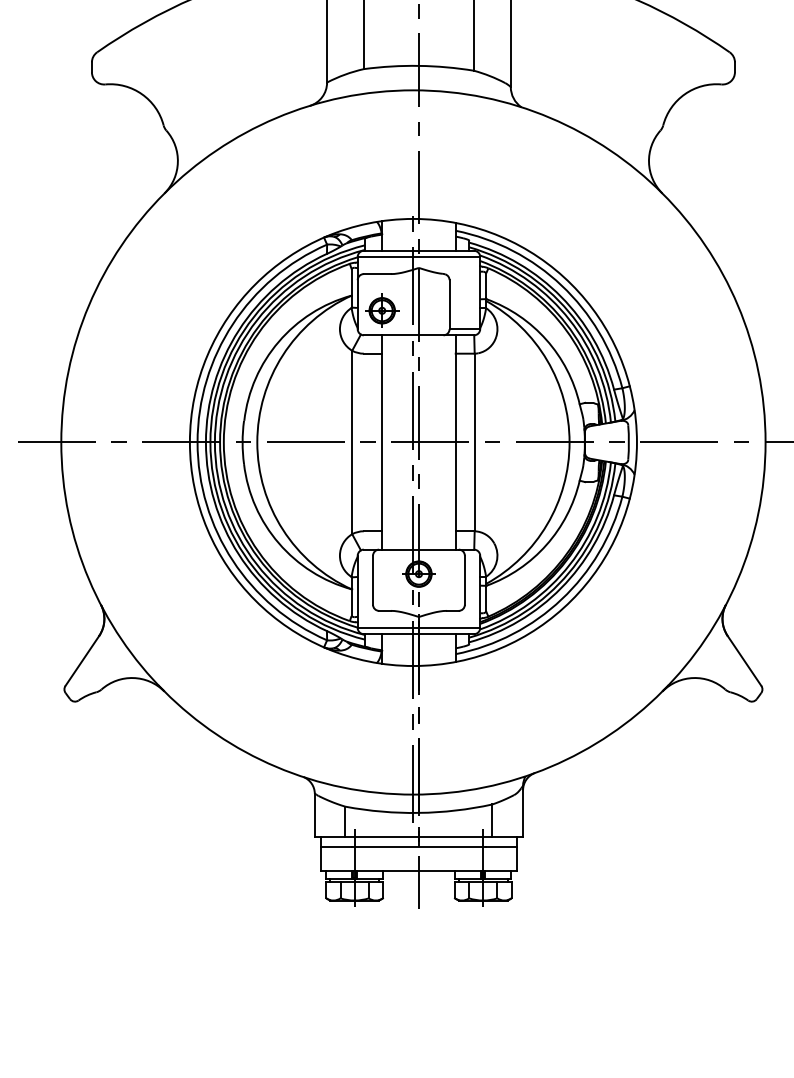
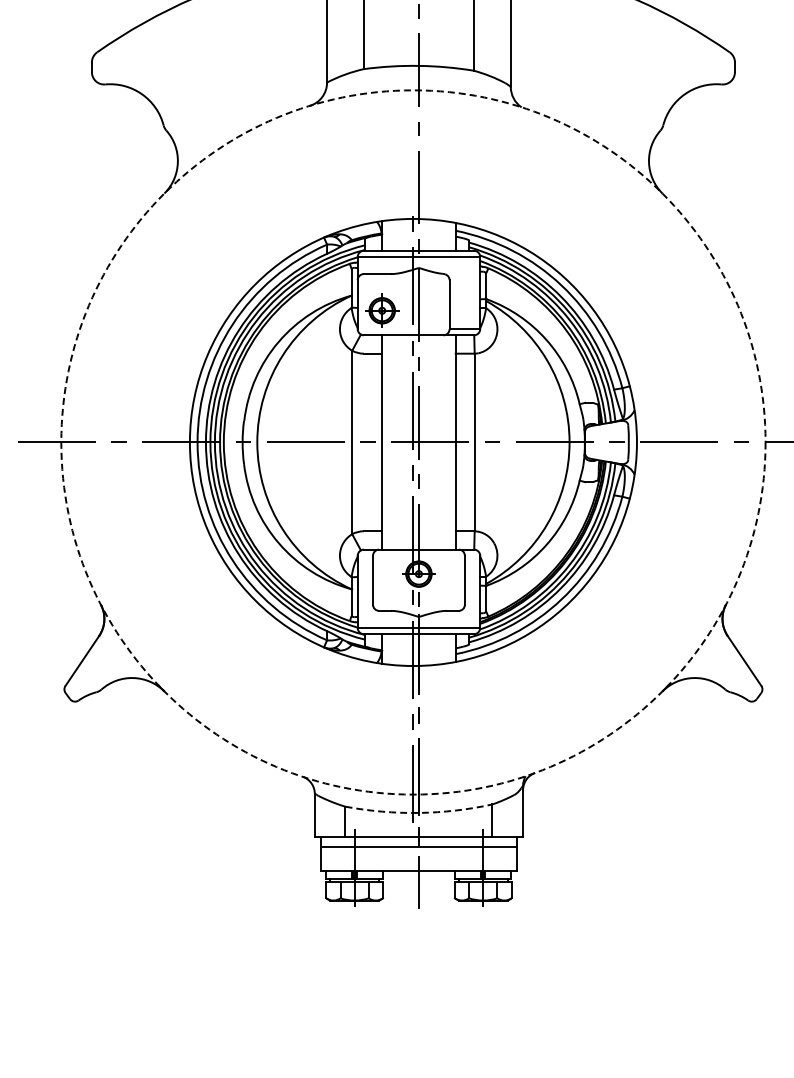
circle at (413, 442): solid -> dashed
arc at (419, 812): solid -> dashed
